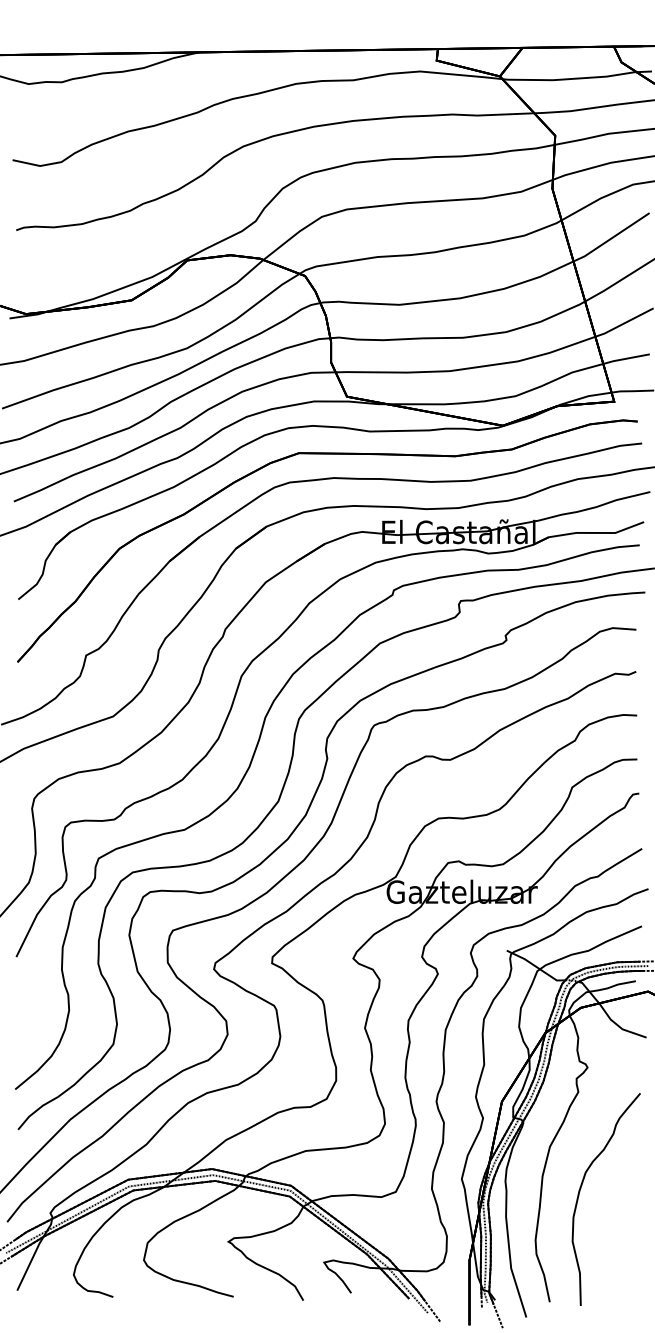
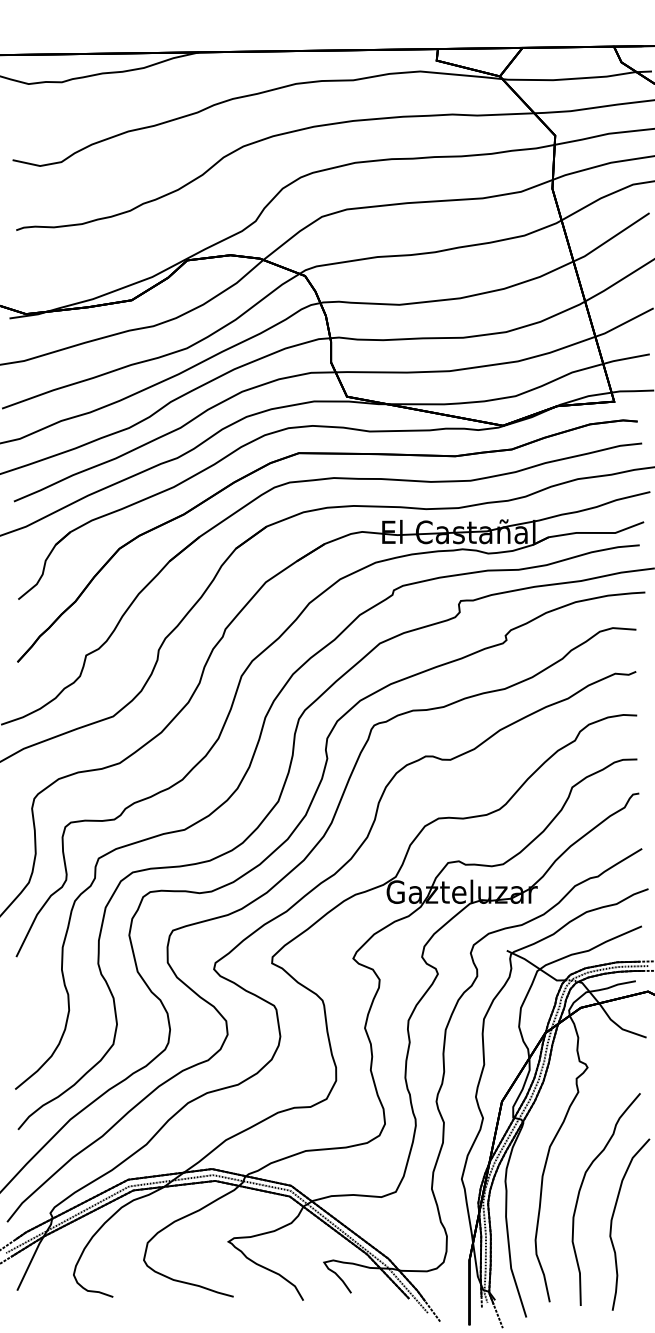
curve at (612, 1224): none -> present
